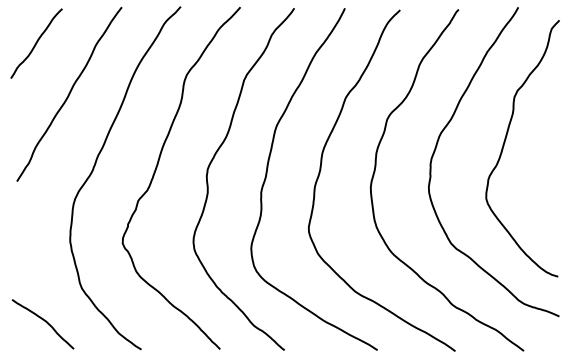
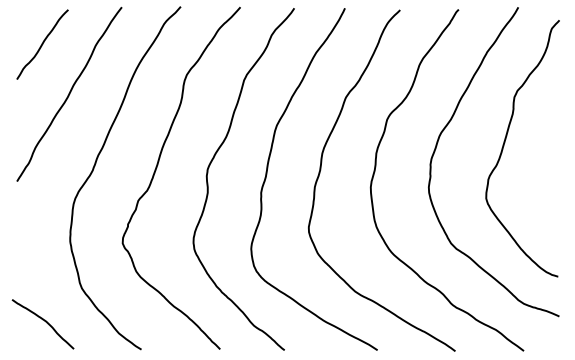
curve at (36, 43) position: (36, 43) -> (42, 44)
